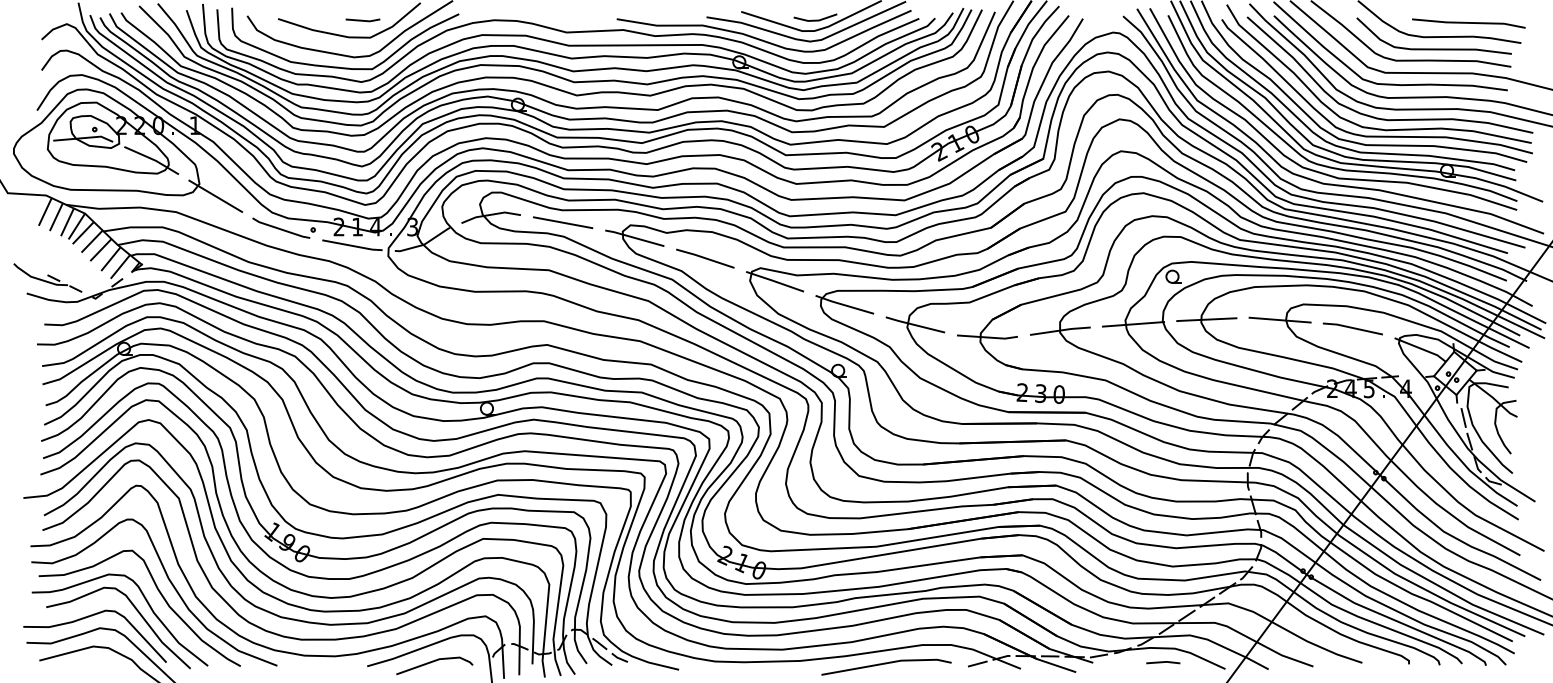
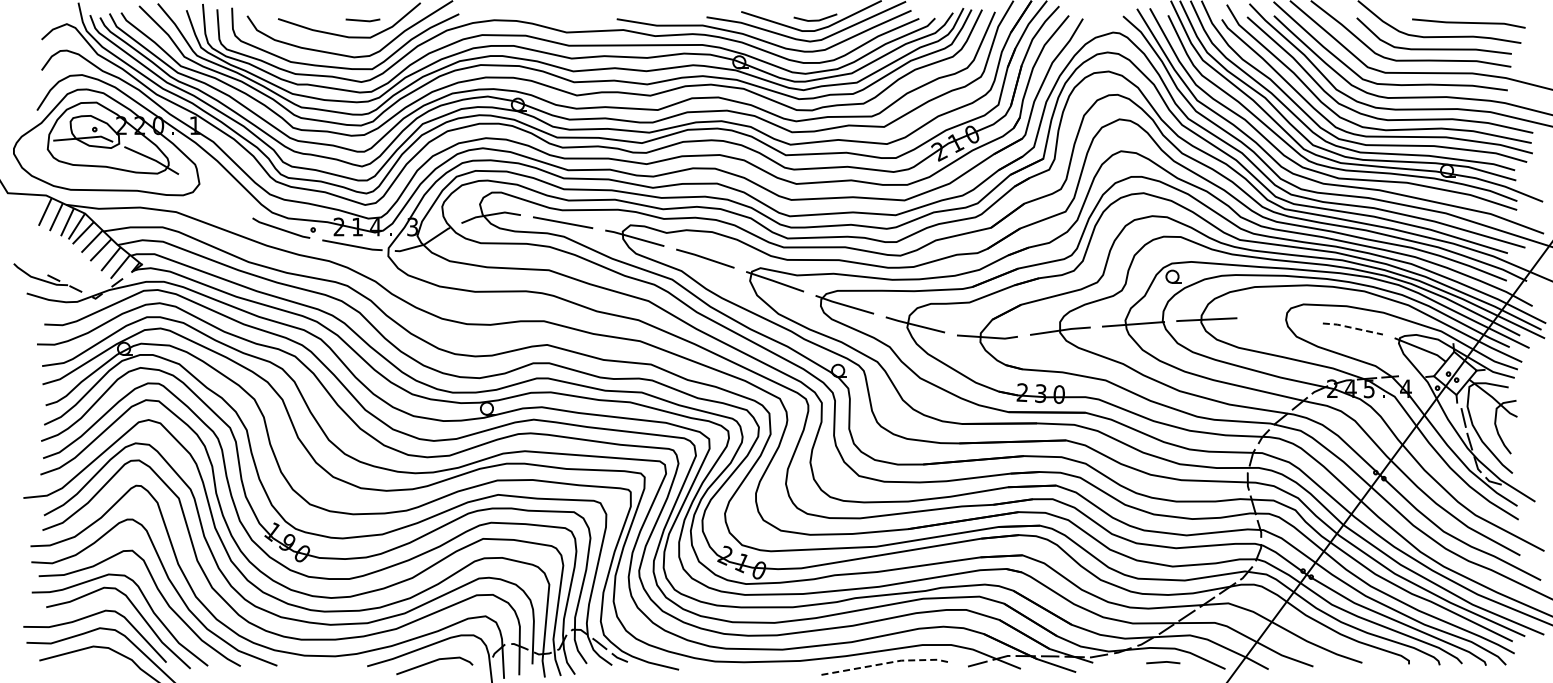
line at (215, 195): present -> none
line at (1279, 319): present -> none
line at (1352, 328): solid -> dashed
line at (888, 662): solid -> dashed
